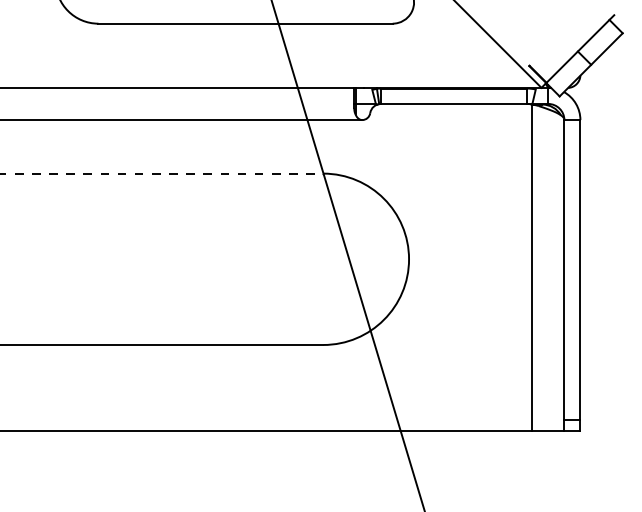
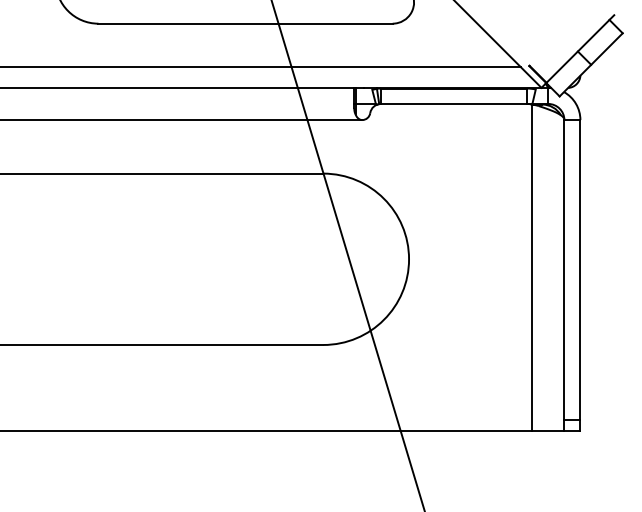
line at (261, 67): none -> present
line at (162, 173): dashed -> solid
